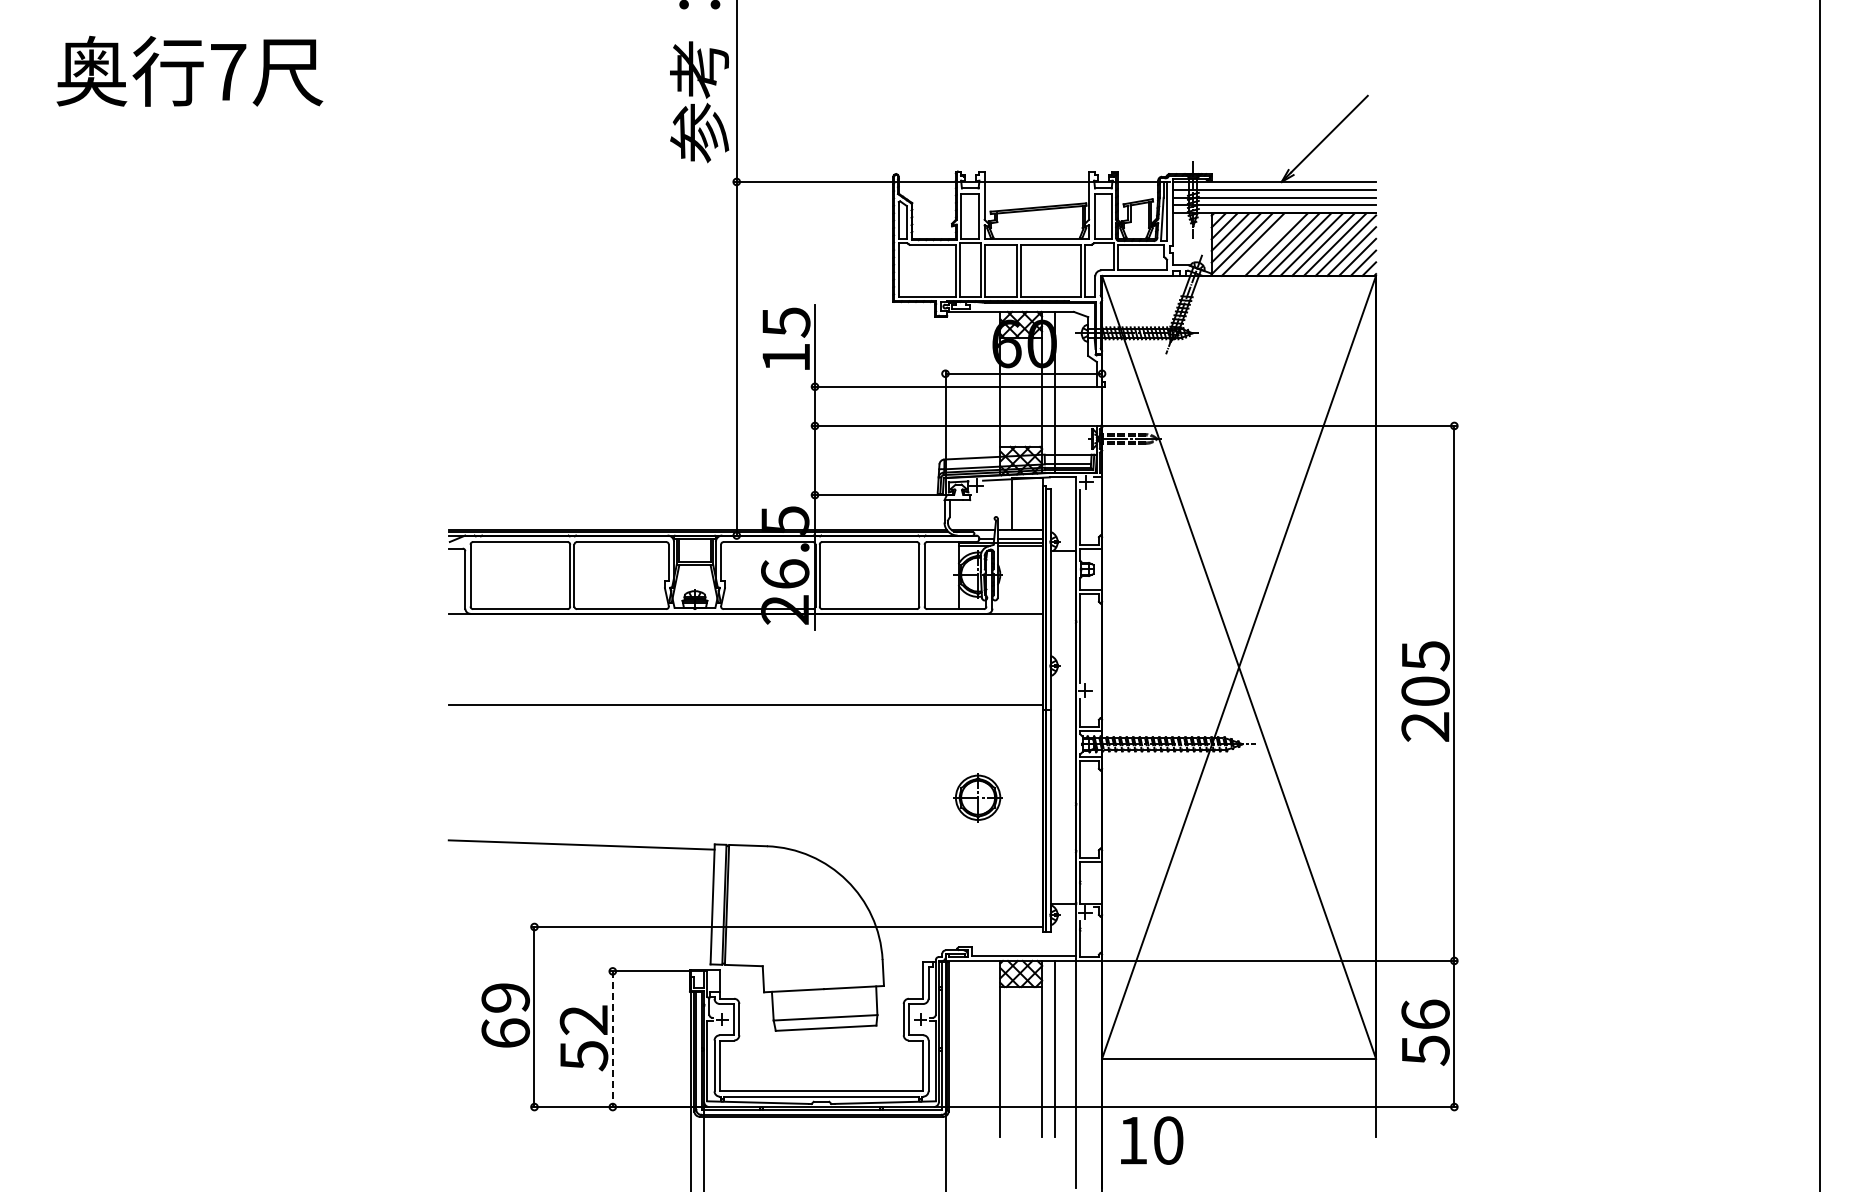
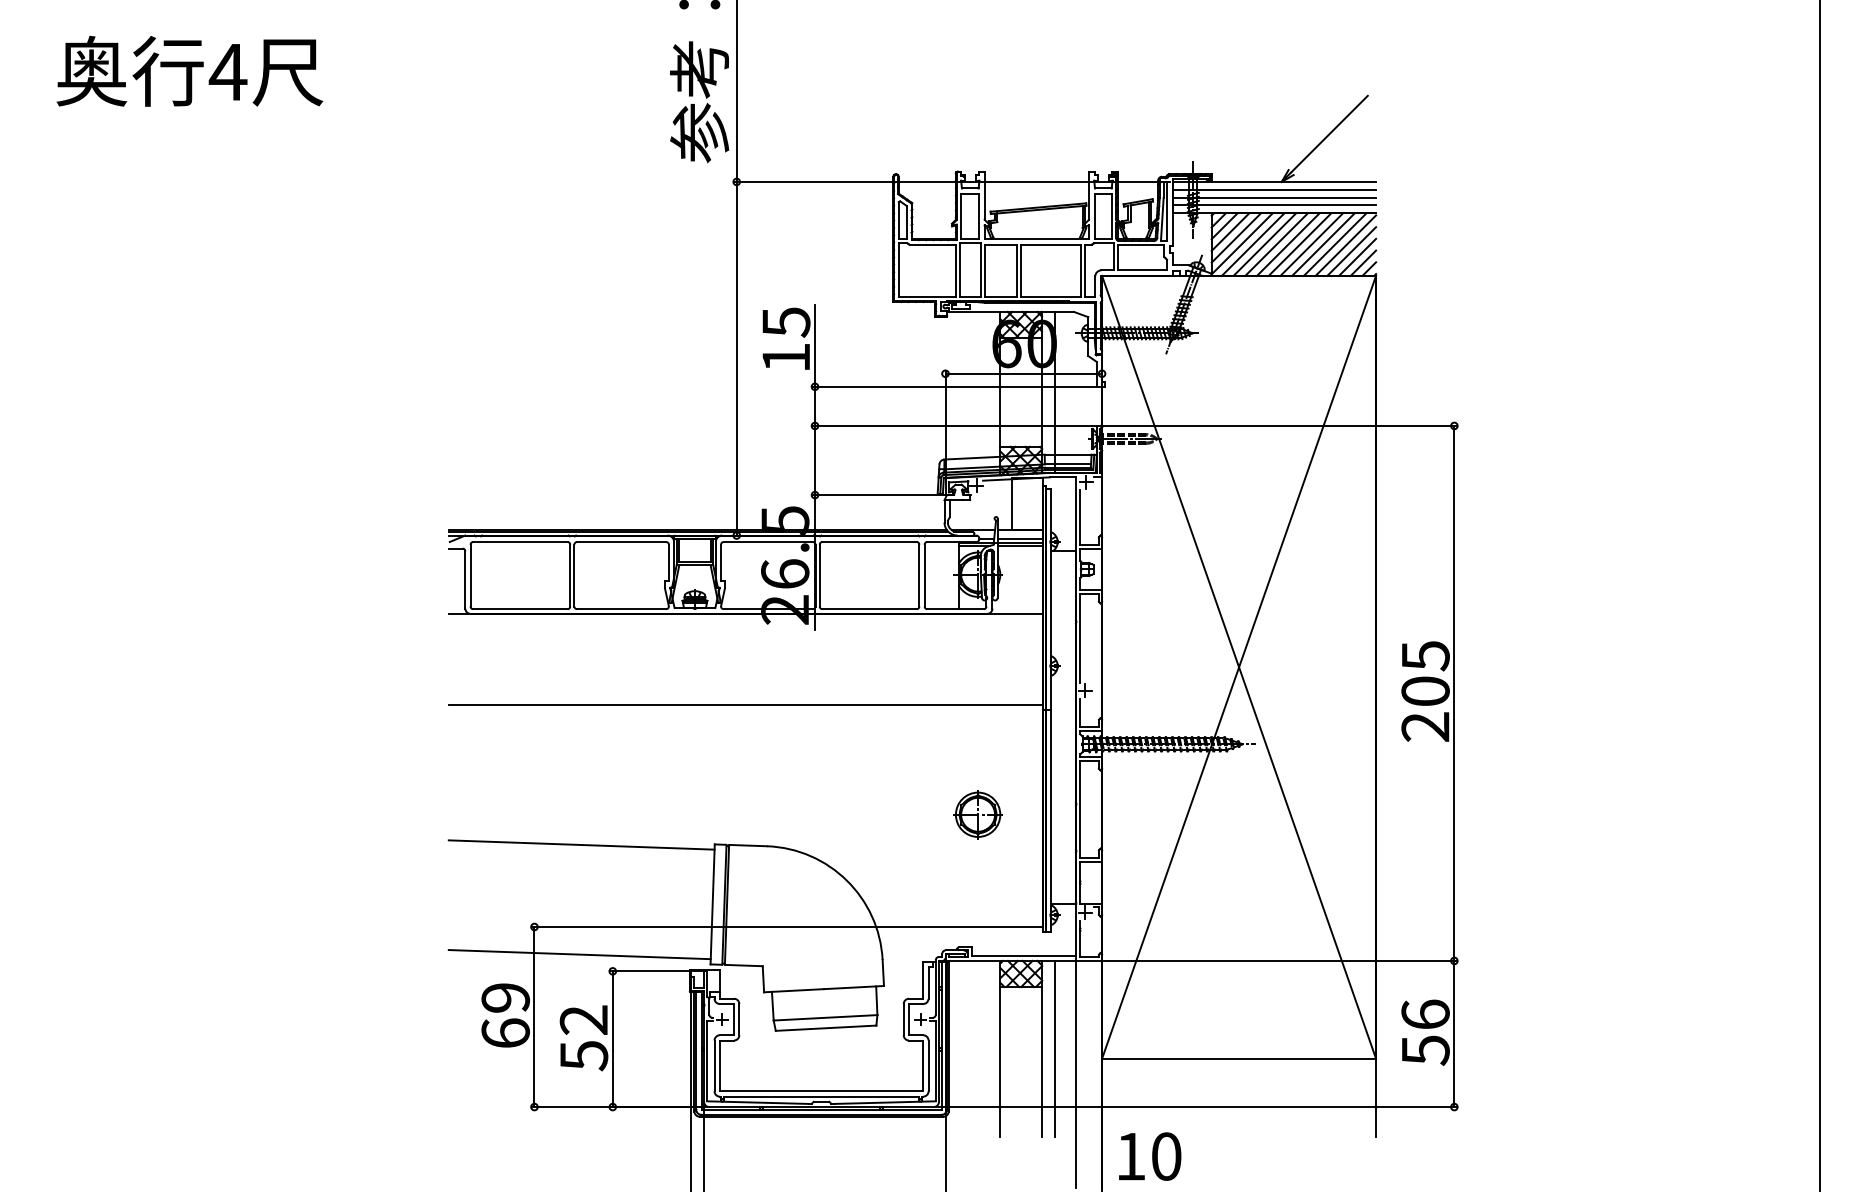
text at (227, 72): 7 -> 4
line at (1264, 244): none -> present
part at (977, 797) position: (977, 797) -> (977, 814)
line at (579, 954): none -> present
line at (612, 1039): dashed -> solid
text at (1152, 1140) position: (1152, 1140) -> (1150, 1156)
